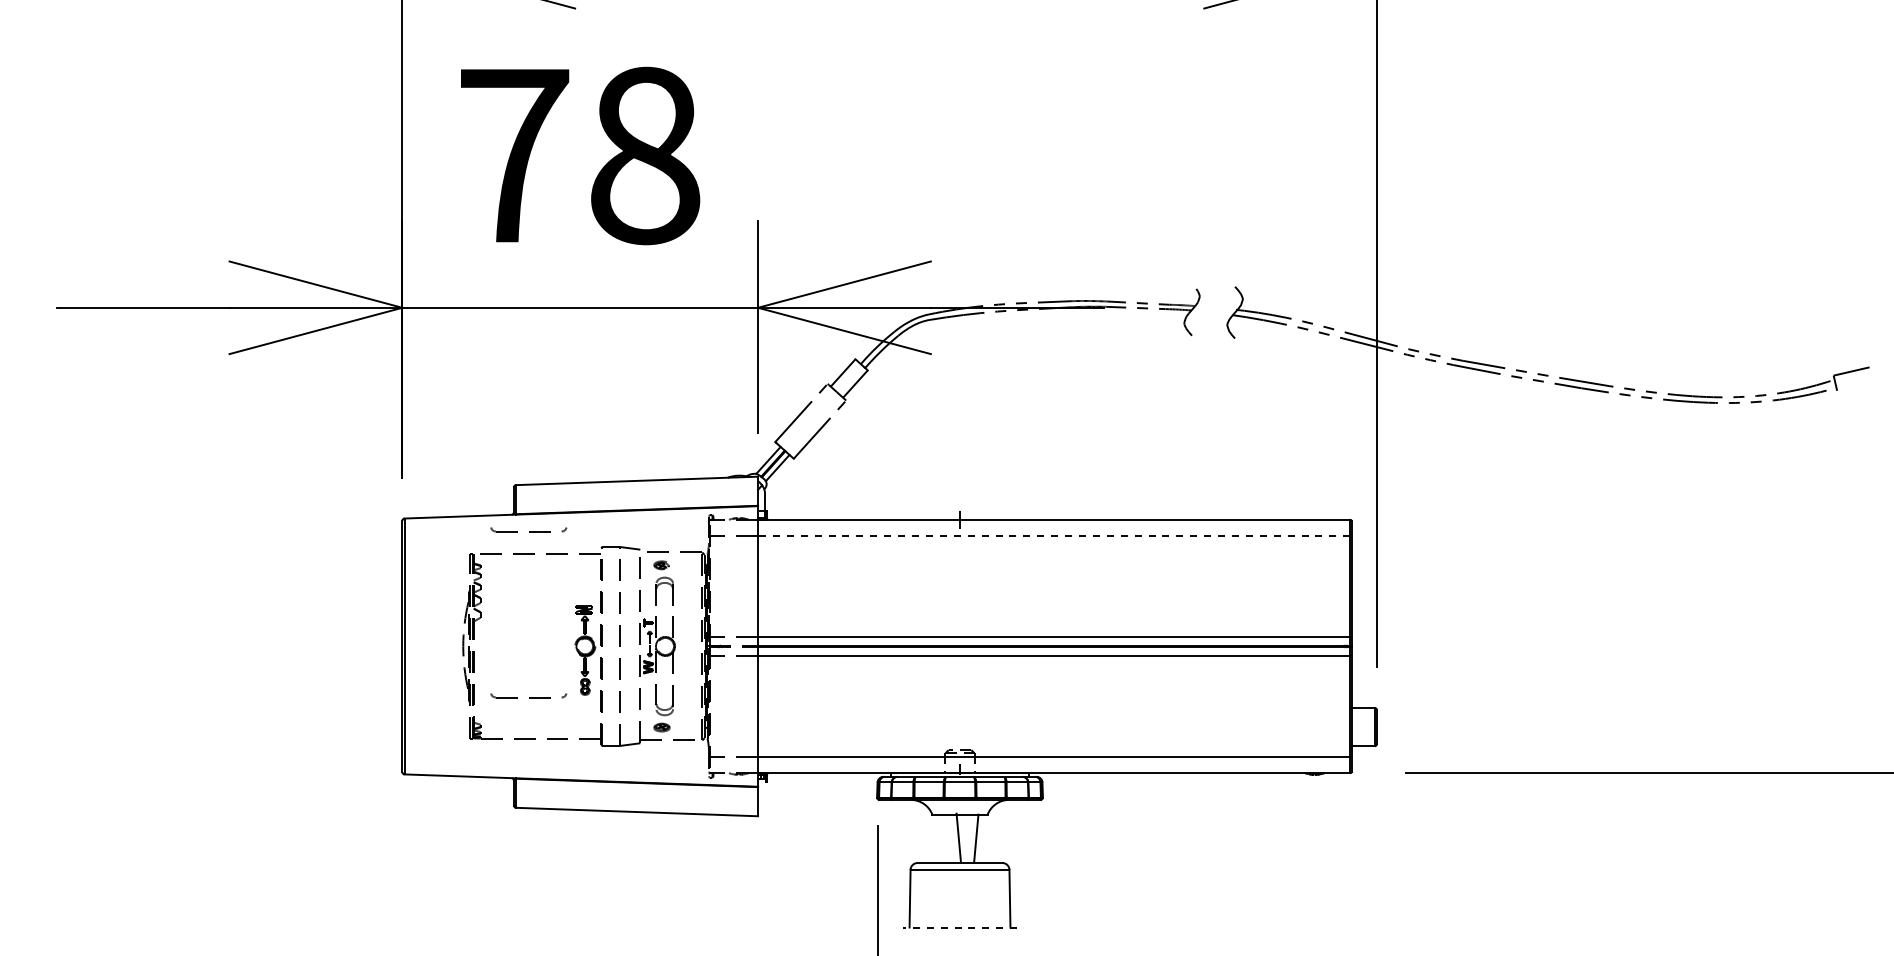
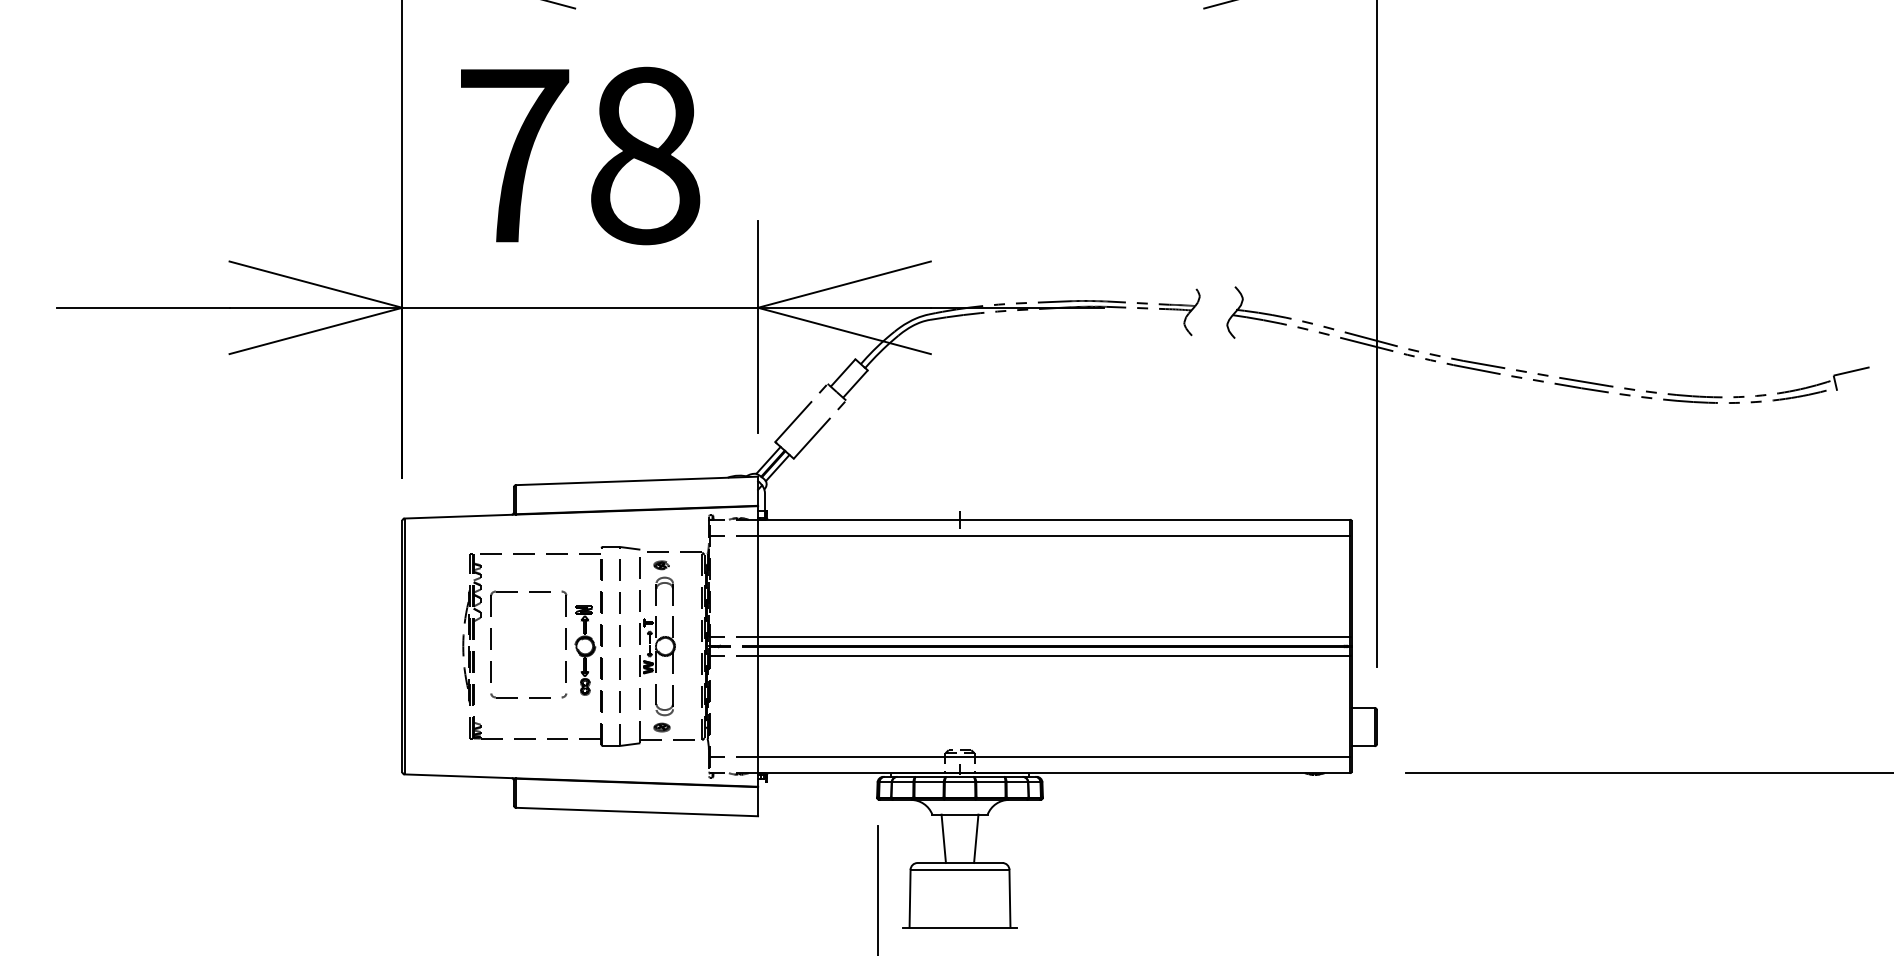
part at (528, 529): present -> none
line at (1053, 535): dashed -> solid
part at (491, 636): none -> present
line at (958, 837) position: (958, 837) -> (943, 838)
line at (959, 927): dashed -> solid
